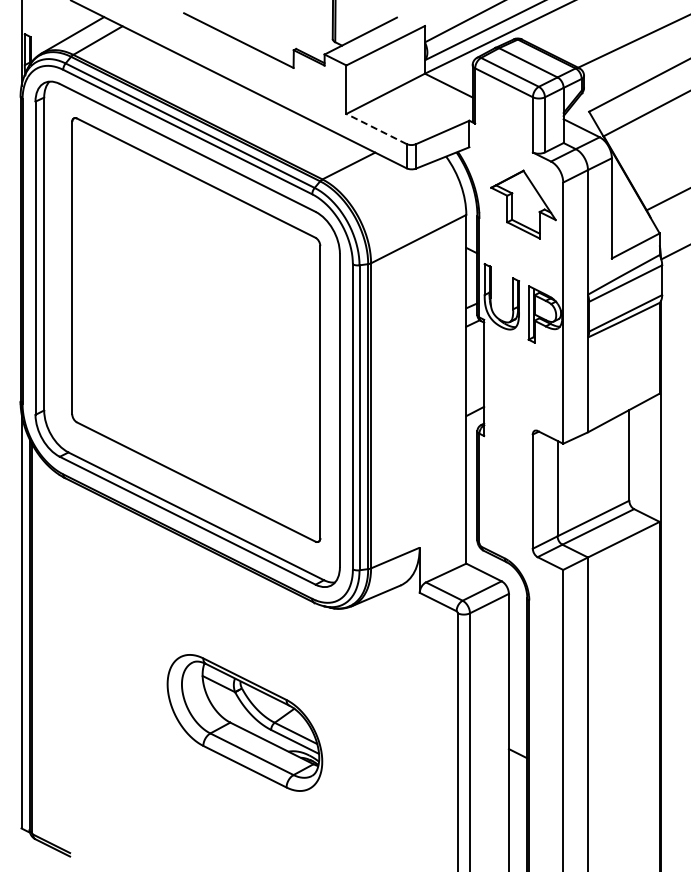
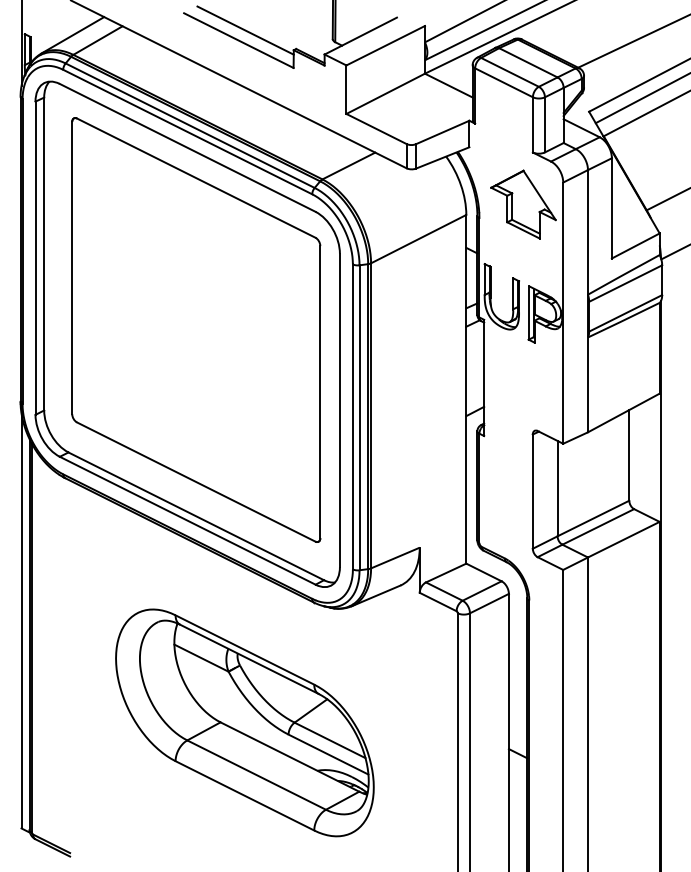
line at (245, 30): none -> present
line at (641, 98): none -> present
line at (376, 129): dashed -> solid
part at (244, 722) size: 158x138 px -> 260x230 px
